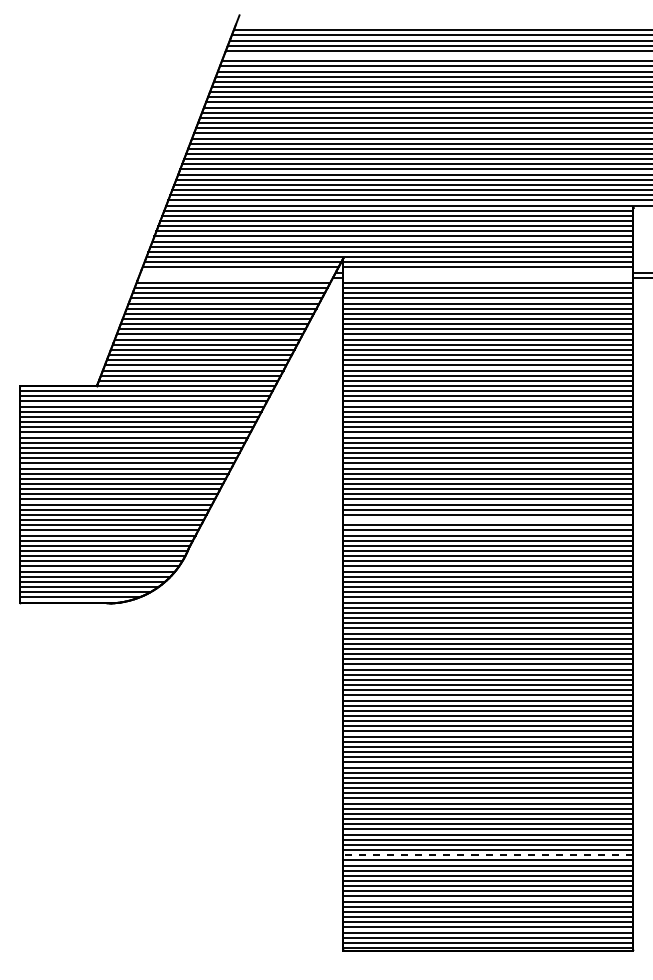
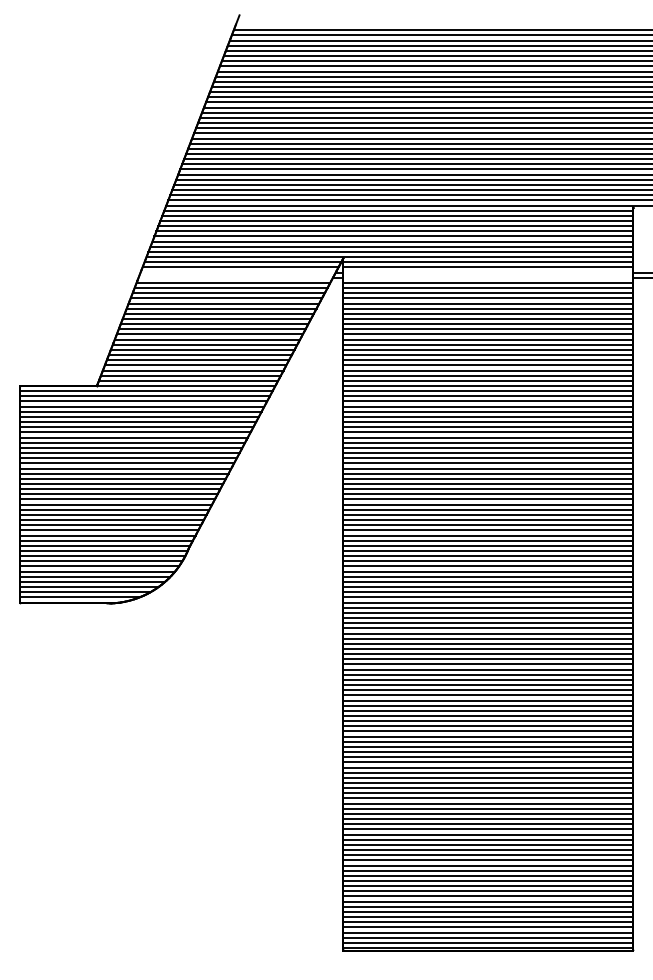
line at (436, 56): none -> present
line at (488, 520): none -> present
line at (488, 855): dashed -> solid
